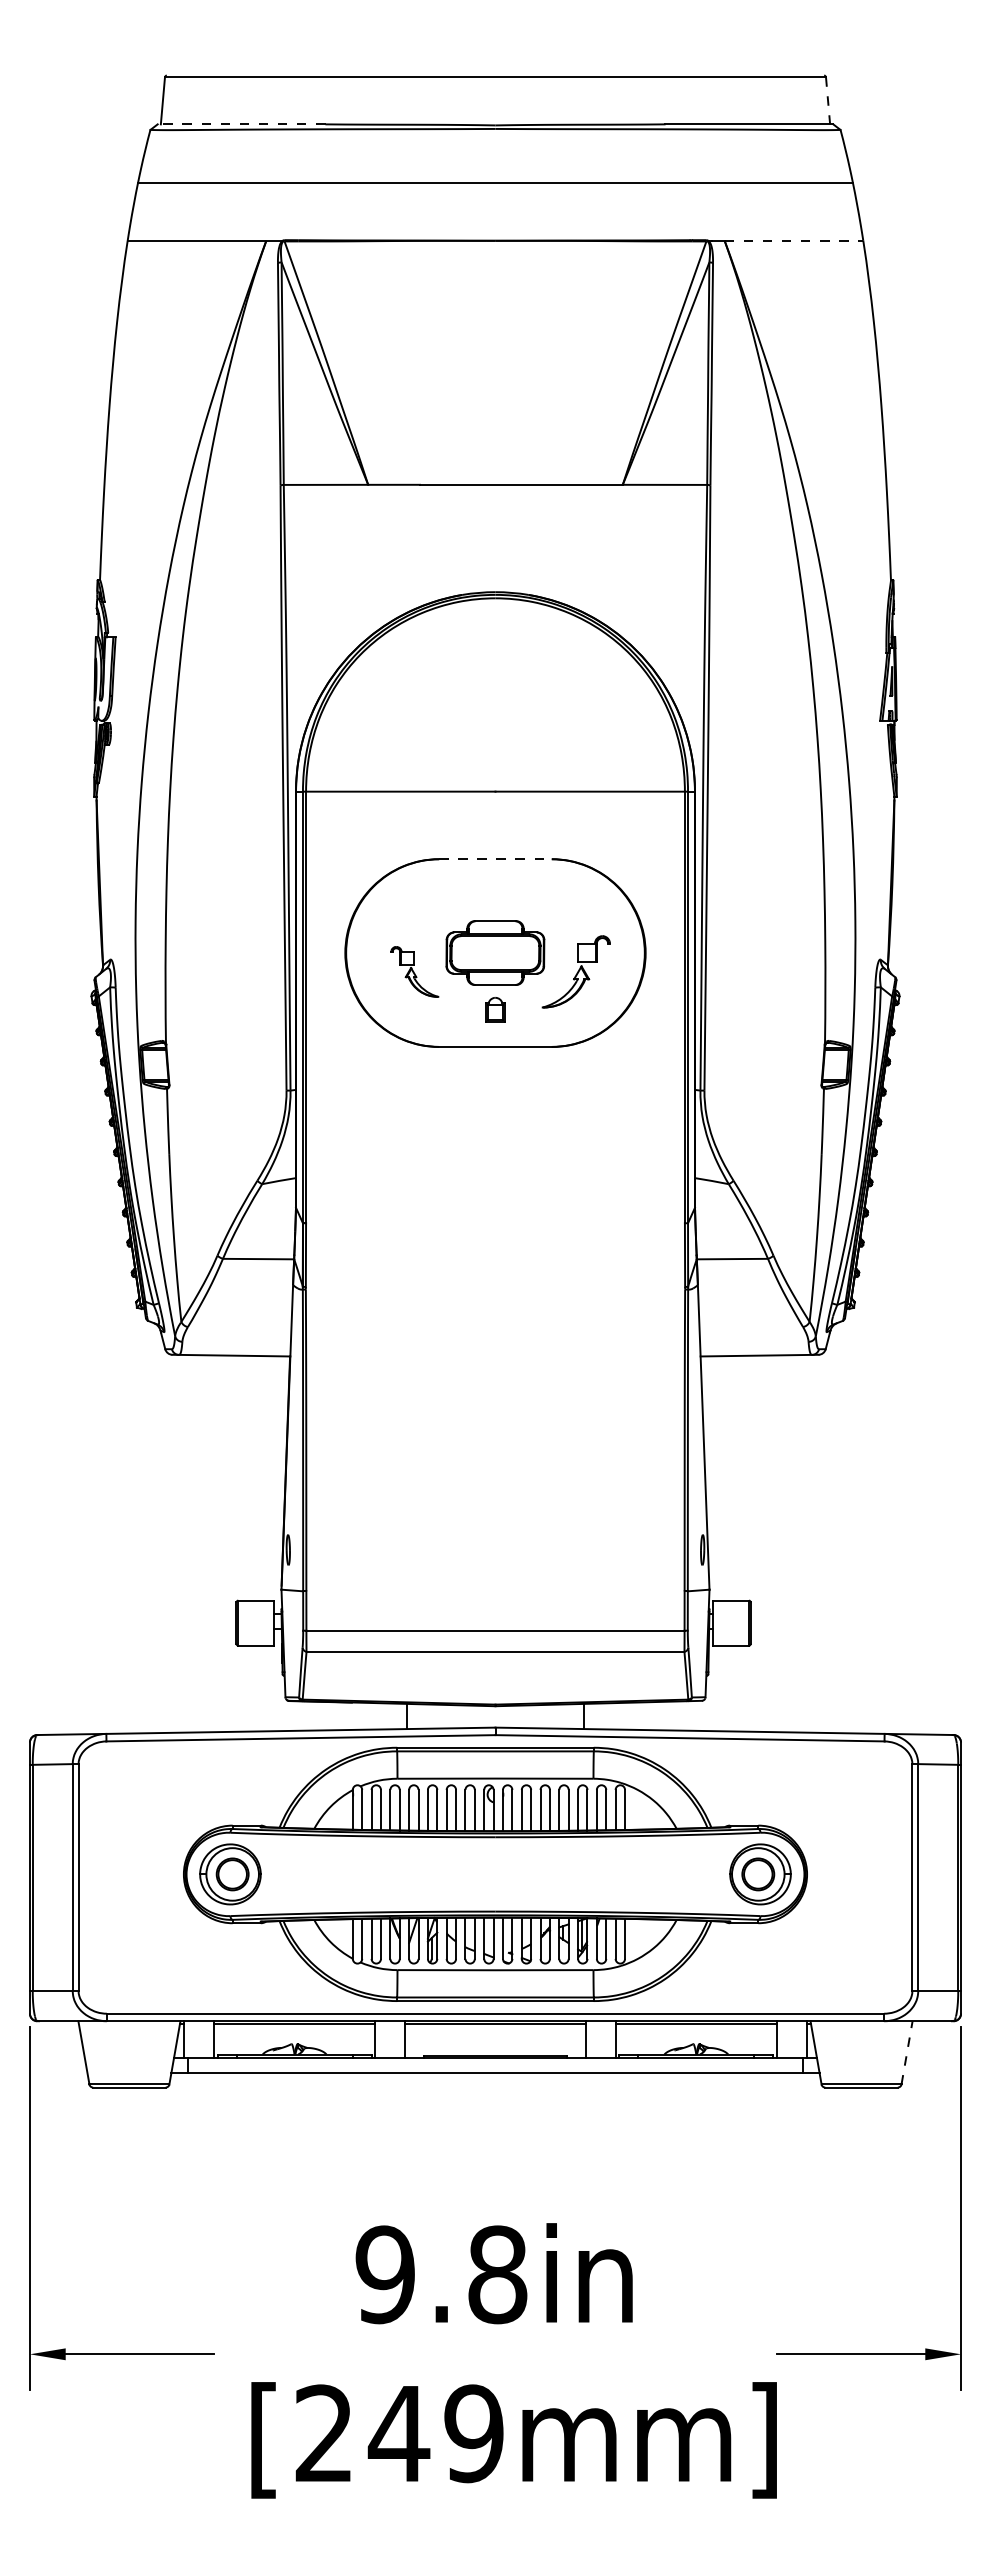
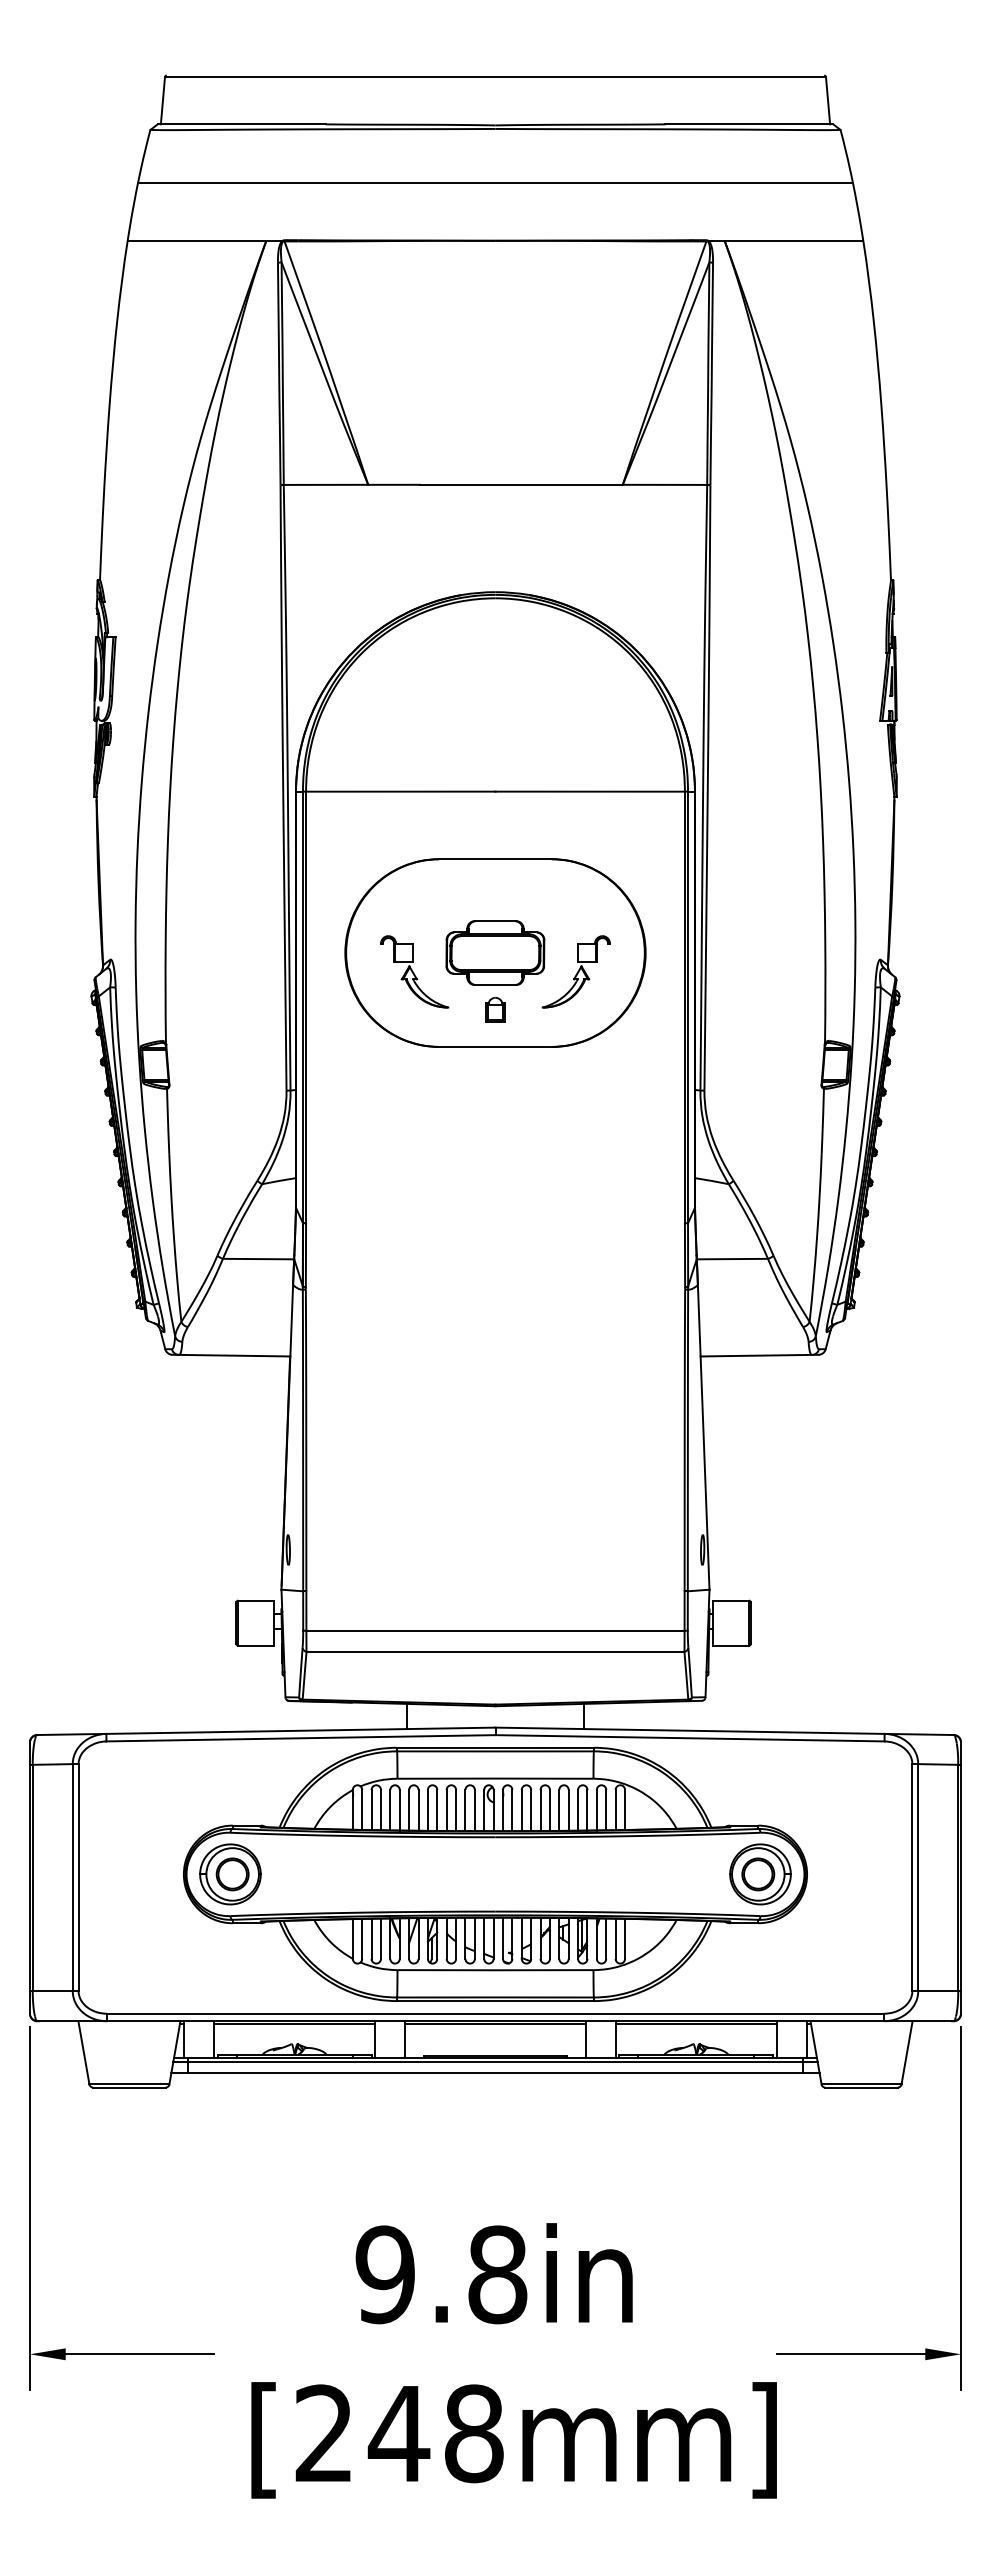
line at (828, 100): dashed -> solid
line at (241, 124): dashed -> solid
line at (794, 240): dashed -> solid
line at (495, 859): dashed -> solid
part at (414, 971) size: 50x52 px -> 70x74 px
line at (907, 2052): dashed -> solid
line at (495, 2062): none -> present
text at (473, 2433): [249mm] -> [248mm]
